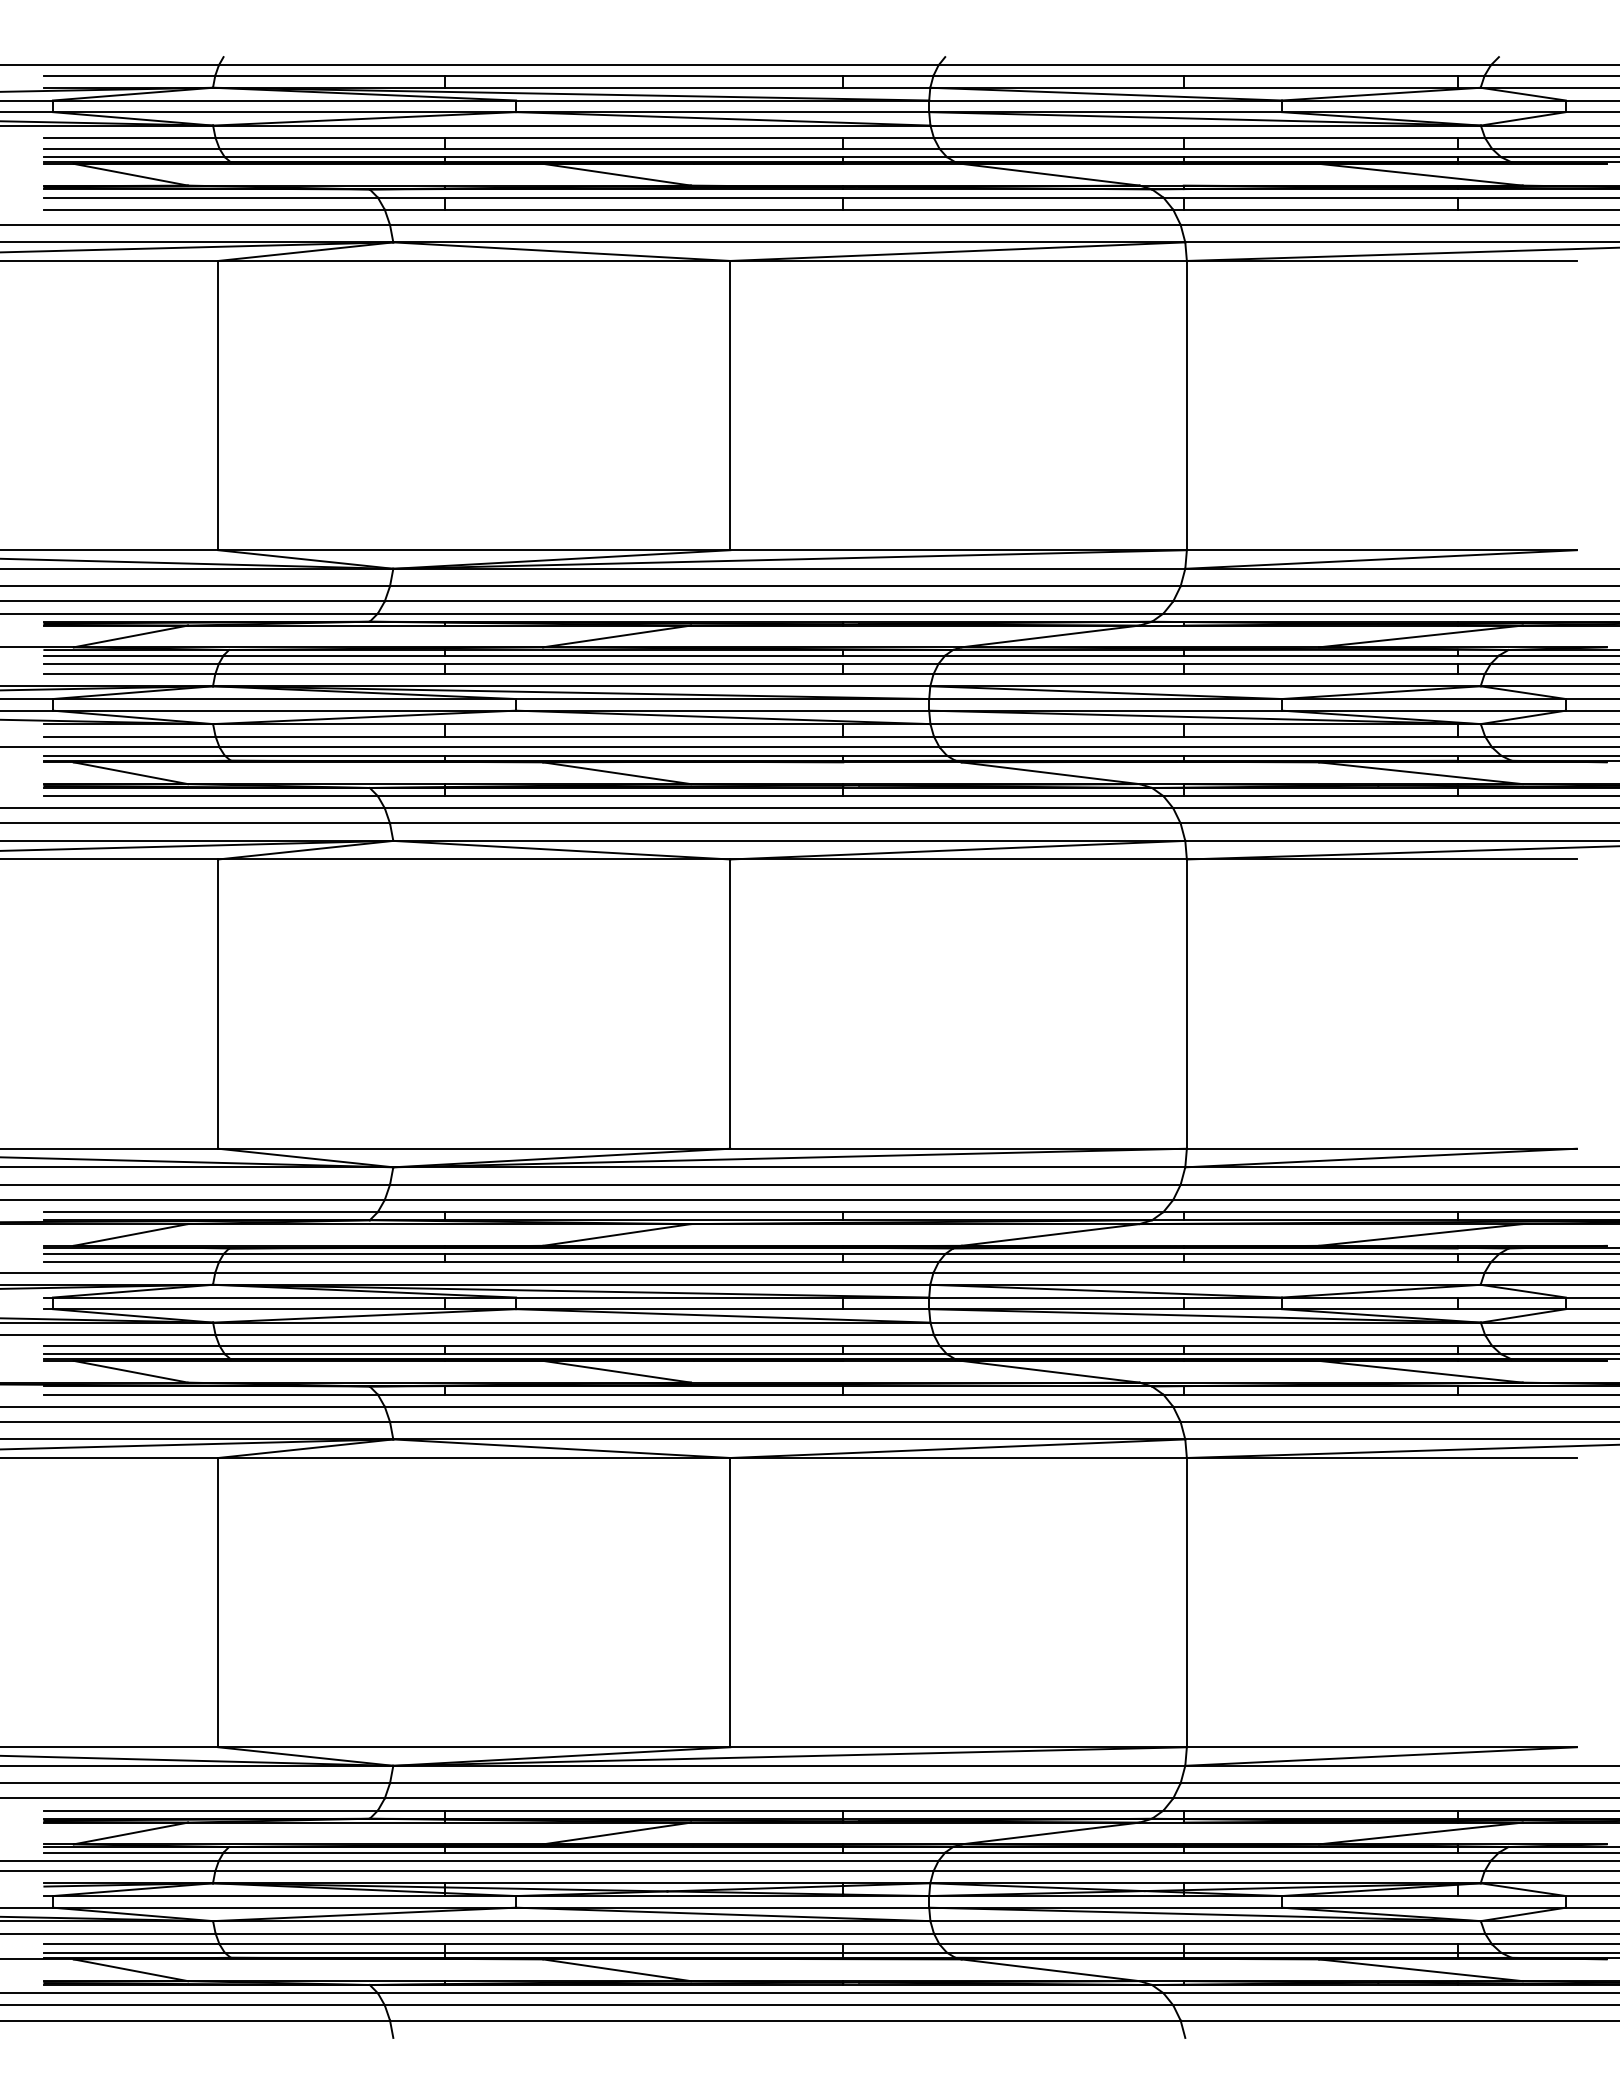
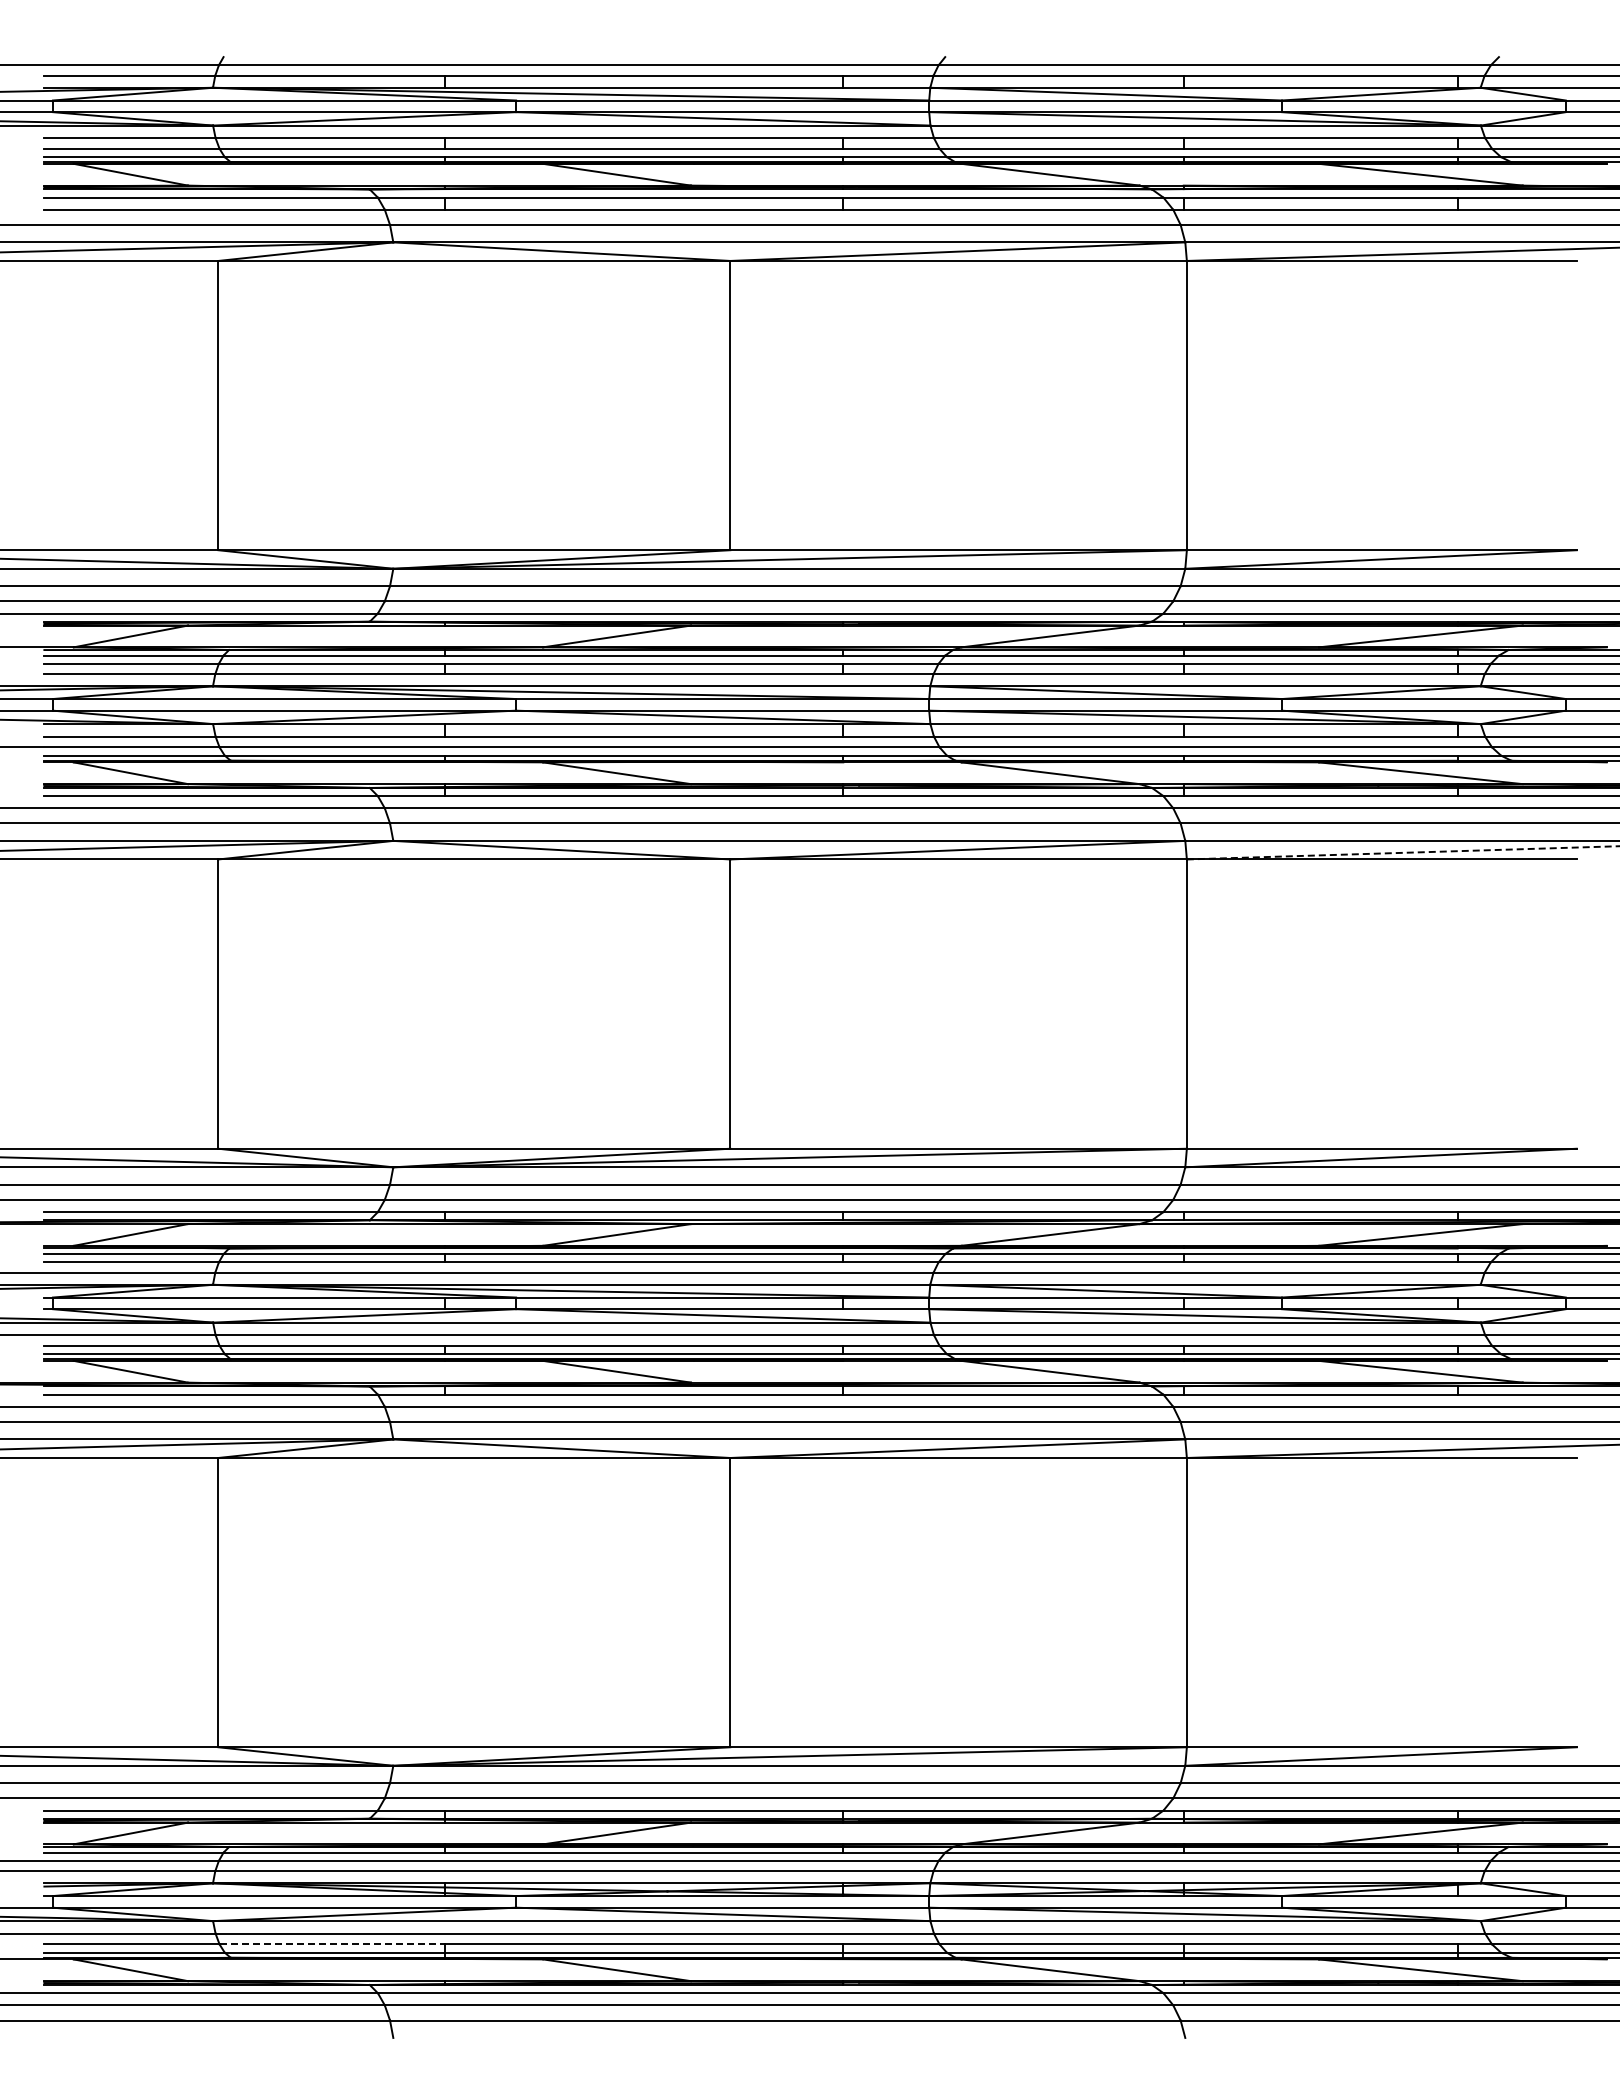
line at (1403, 852): solid -> dashed
line at (332, 1944): solid -> dashed
